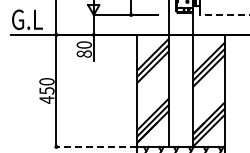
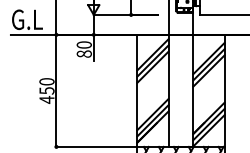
line at (224, 14): dashed -> solid
line at (96, 146): dashed -> solid
